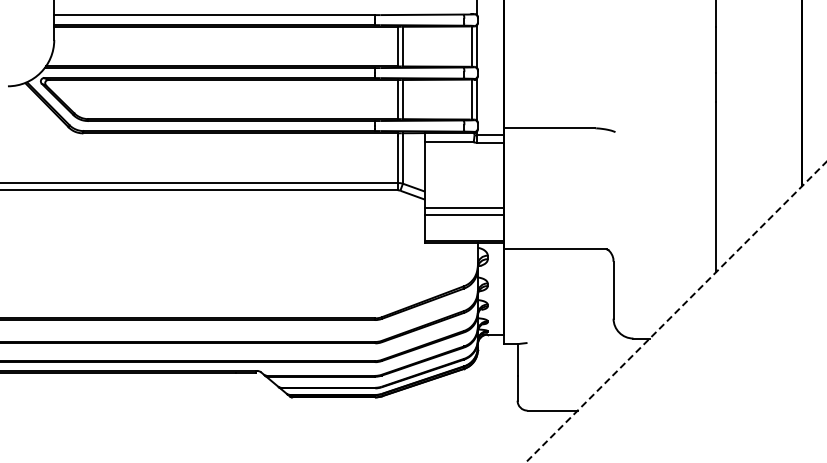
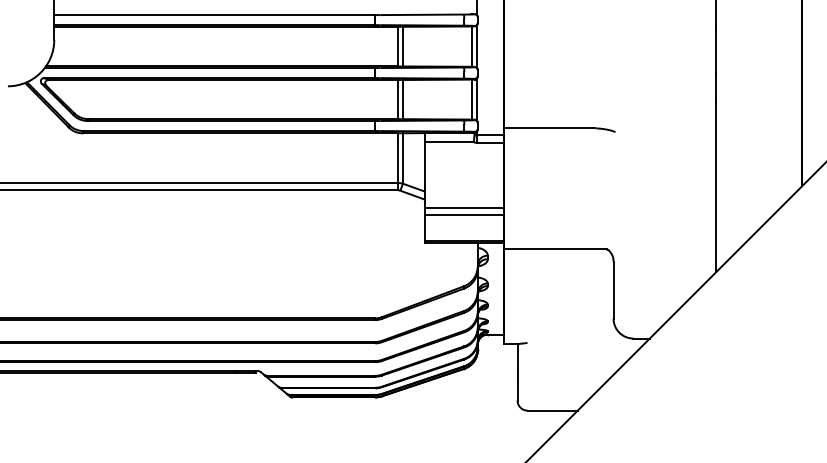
line at (675, 312): dashed -> solid
